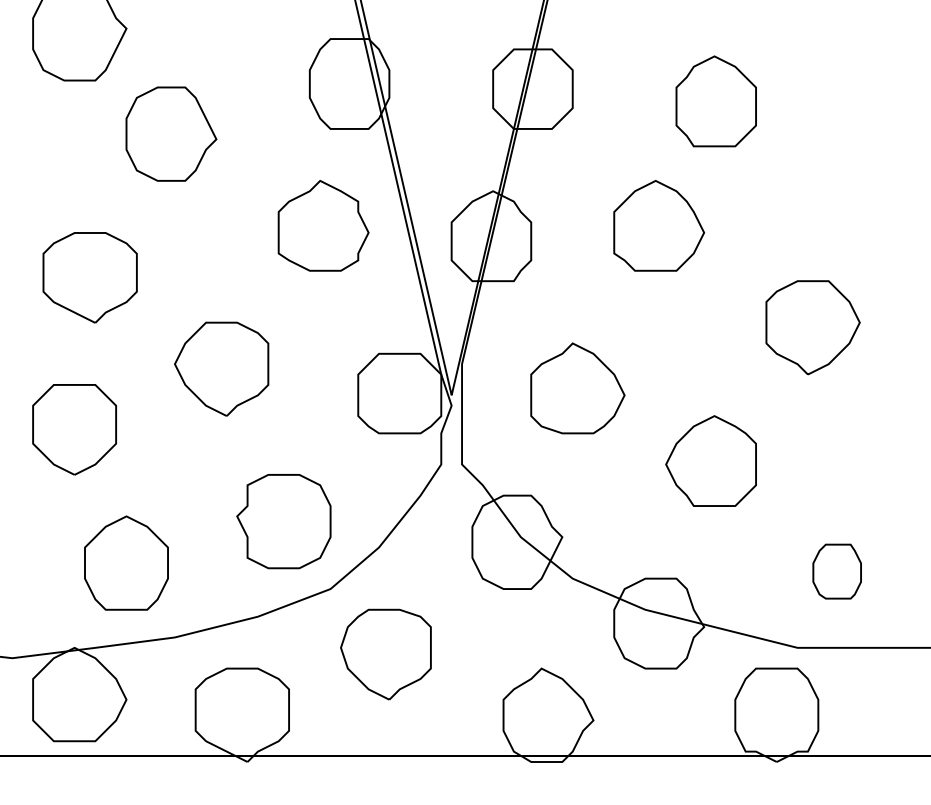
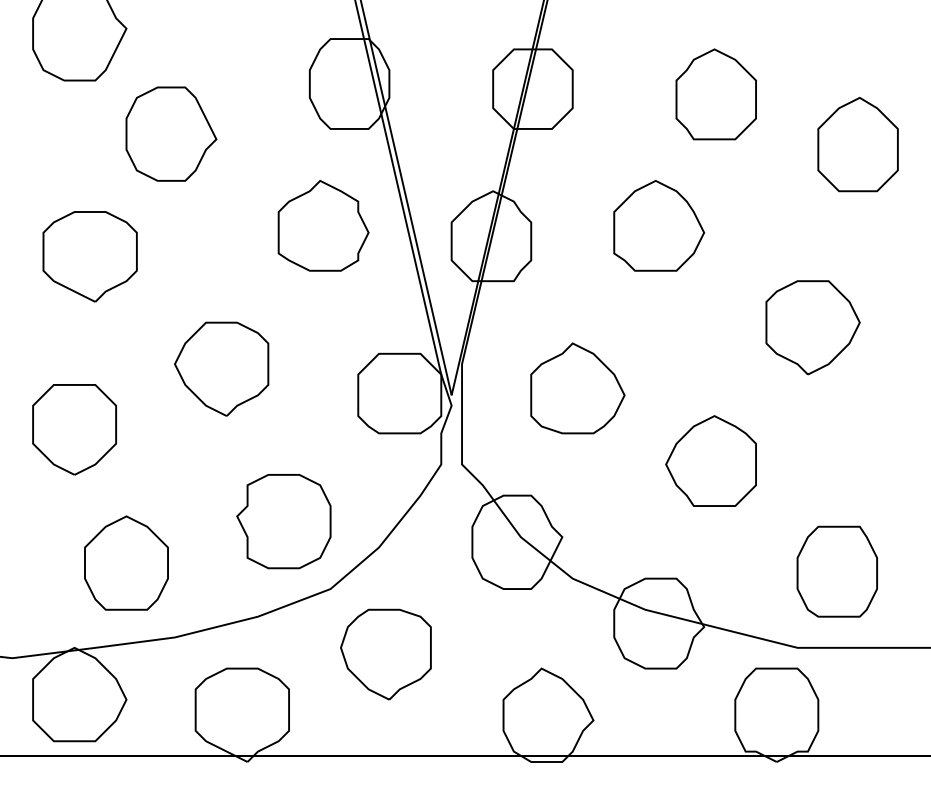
part at (715, 101) position: (715, 101) -> (715, 94)
part at (857, 144): none -> present
part at (89, 277) position: (89, 277) -> (89, 256)
part at (836, 571) size: 50x57 px -> 82x93 px
